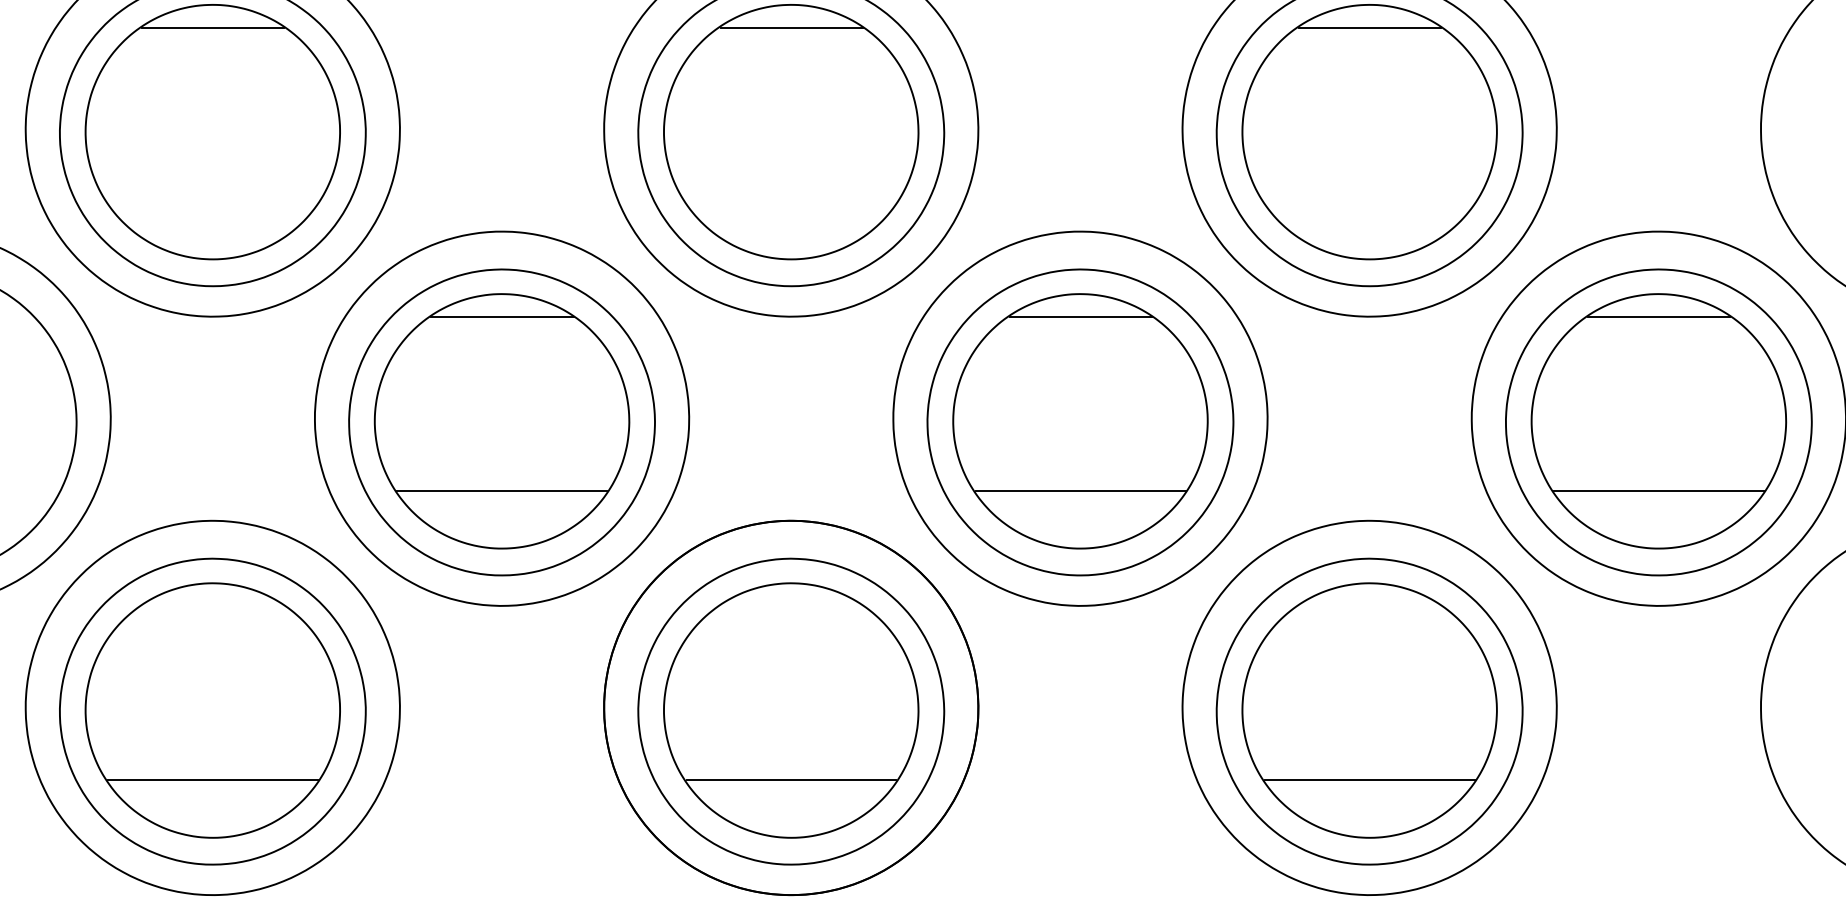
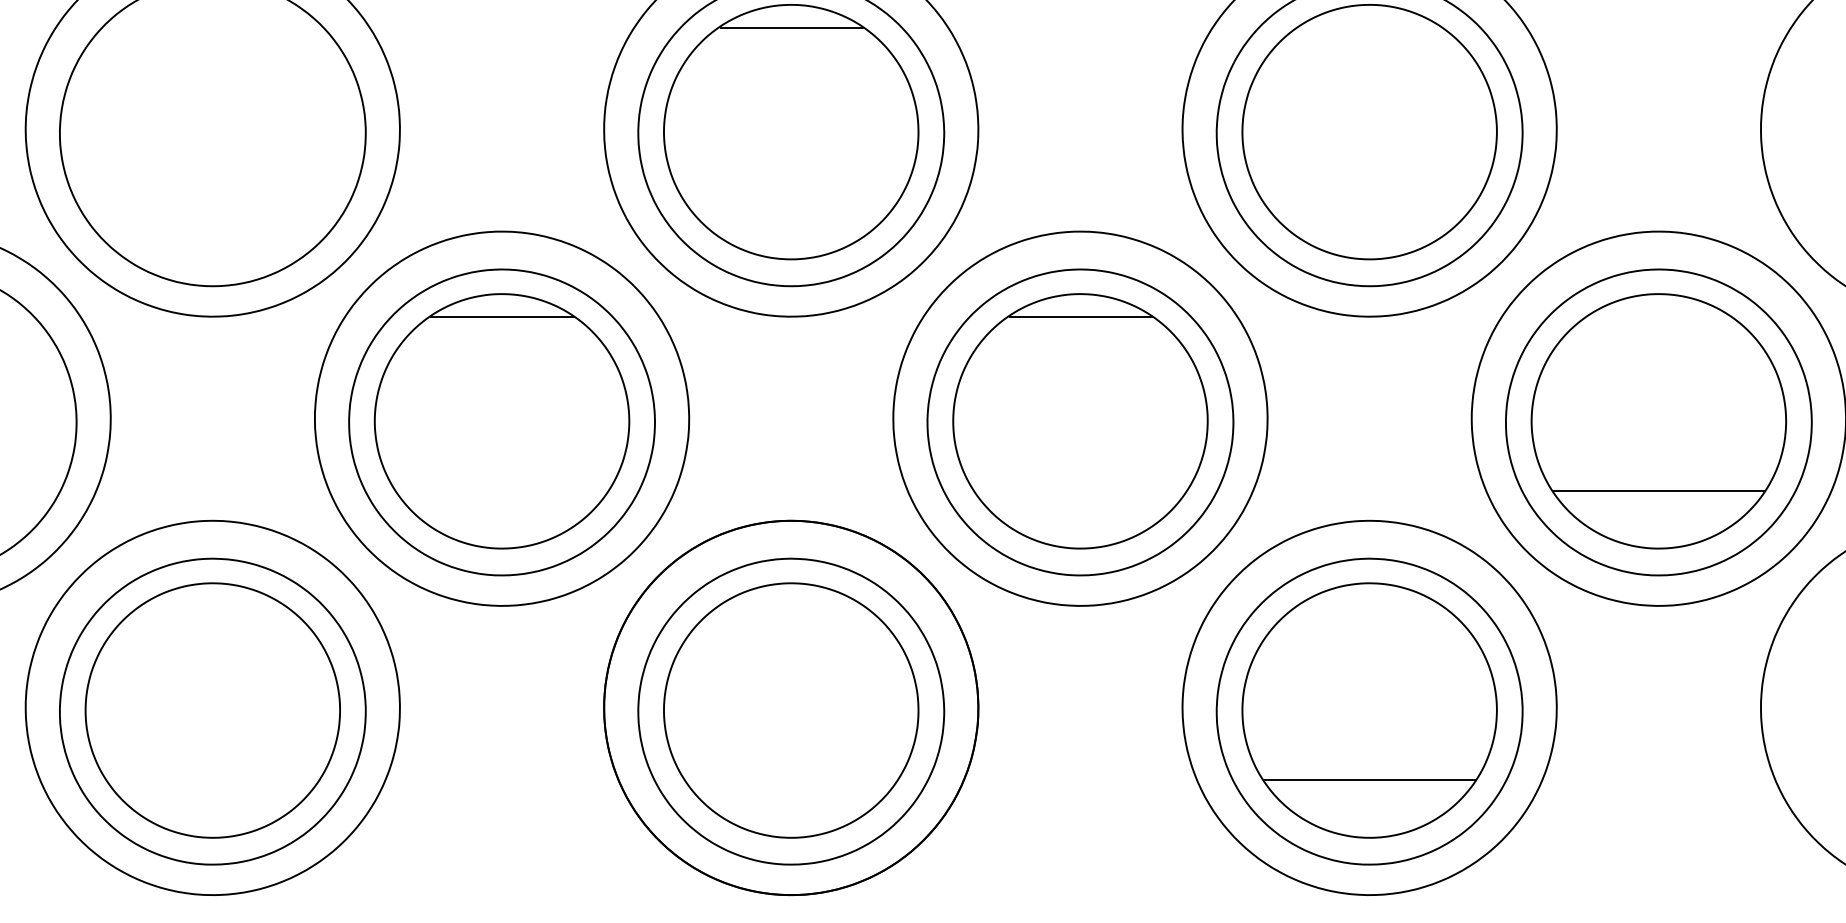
line at (1369, 28): present -> none
part at (212, 132): present -> none
line at (1659, 317): present -> none
line at (502, 490): present -> none
line at (1080, 490): present -> none
line at (213, 780): present -> none
line at (791, 780): present -> none
